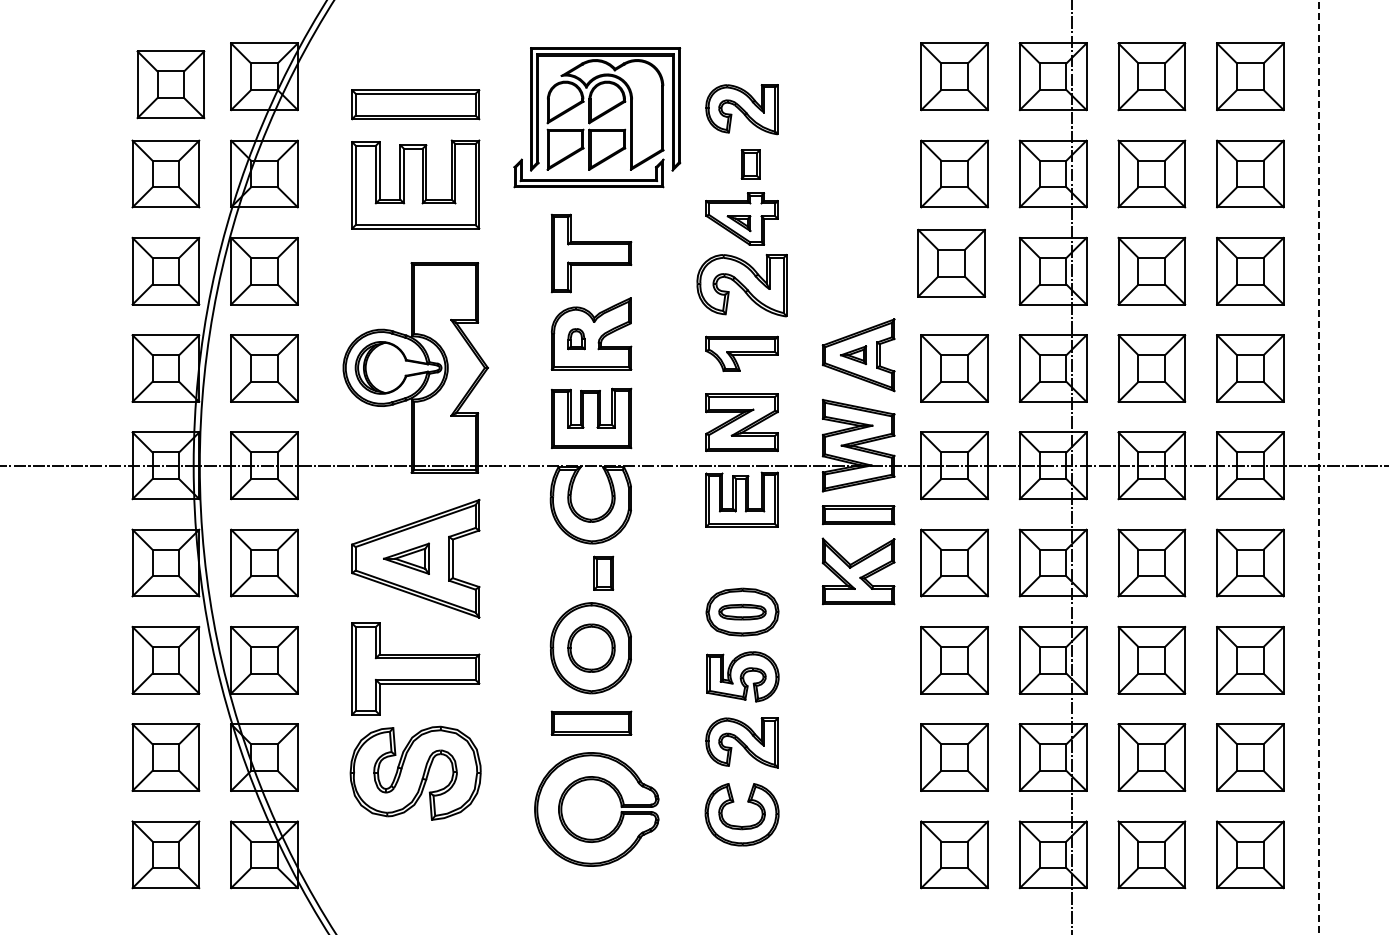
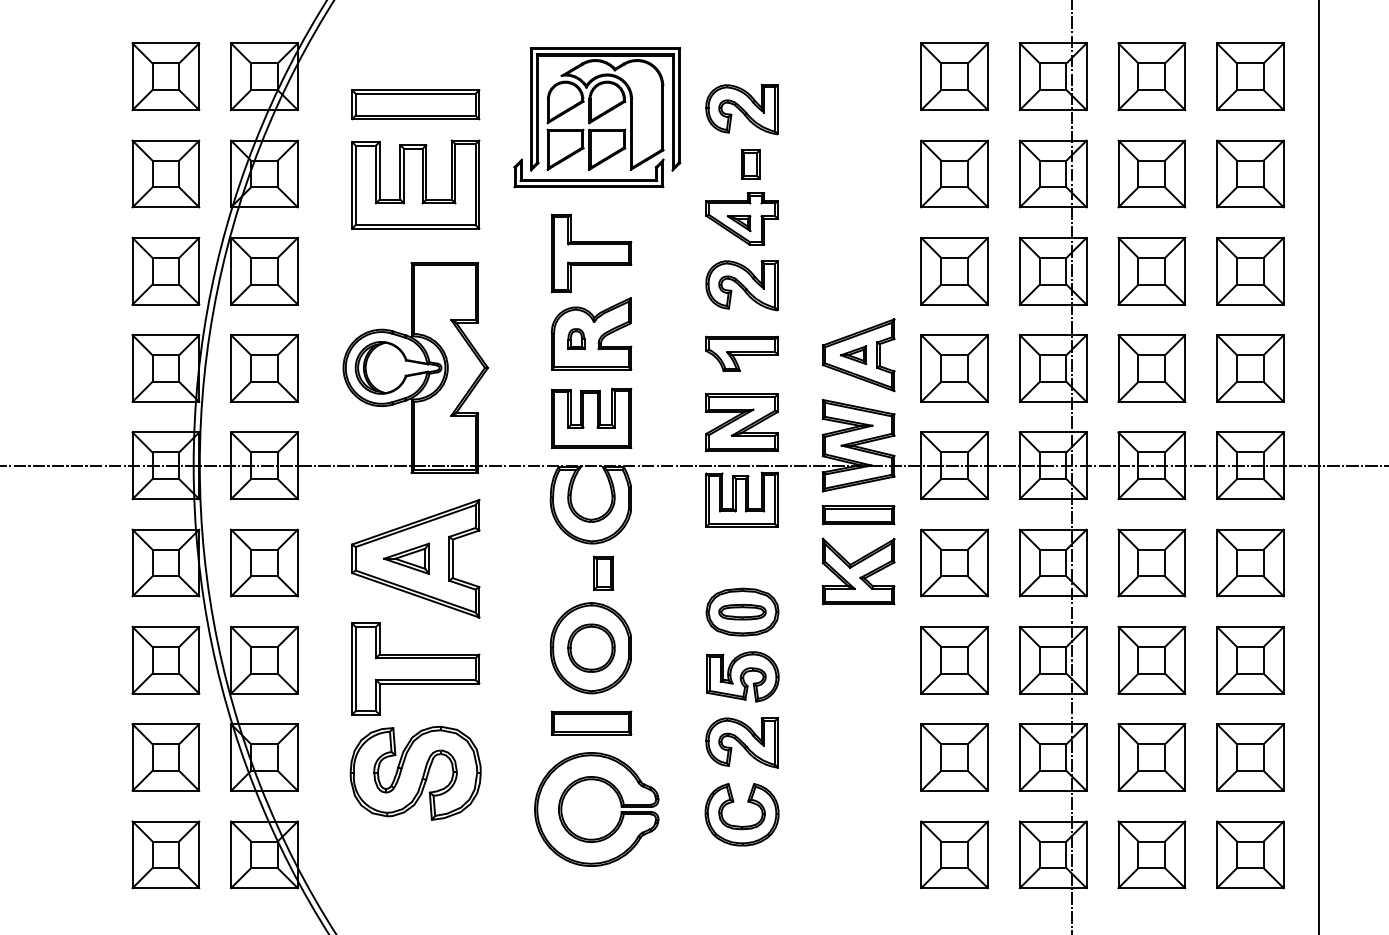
part at (170, 84) position: (170, 84) -> (165, 76)
part at (951, 262) position: (951, 262) -> (954, 270)
part at (741, 285) size: 92x64 px -> 74x52 px
line at (1319, 467): dashed -> solid
